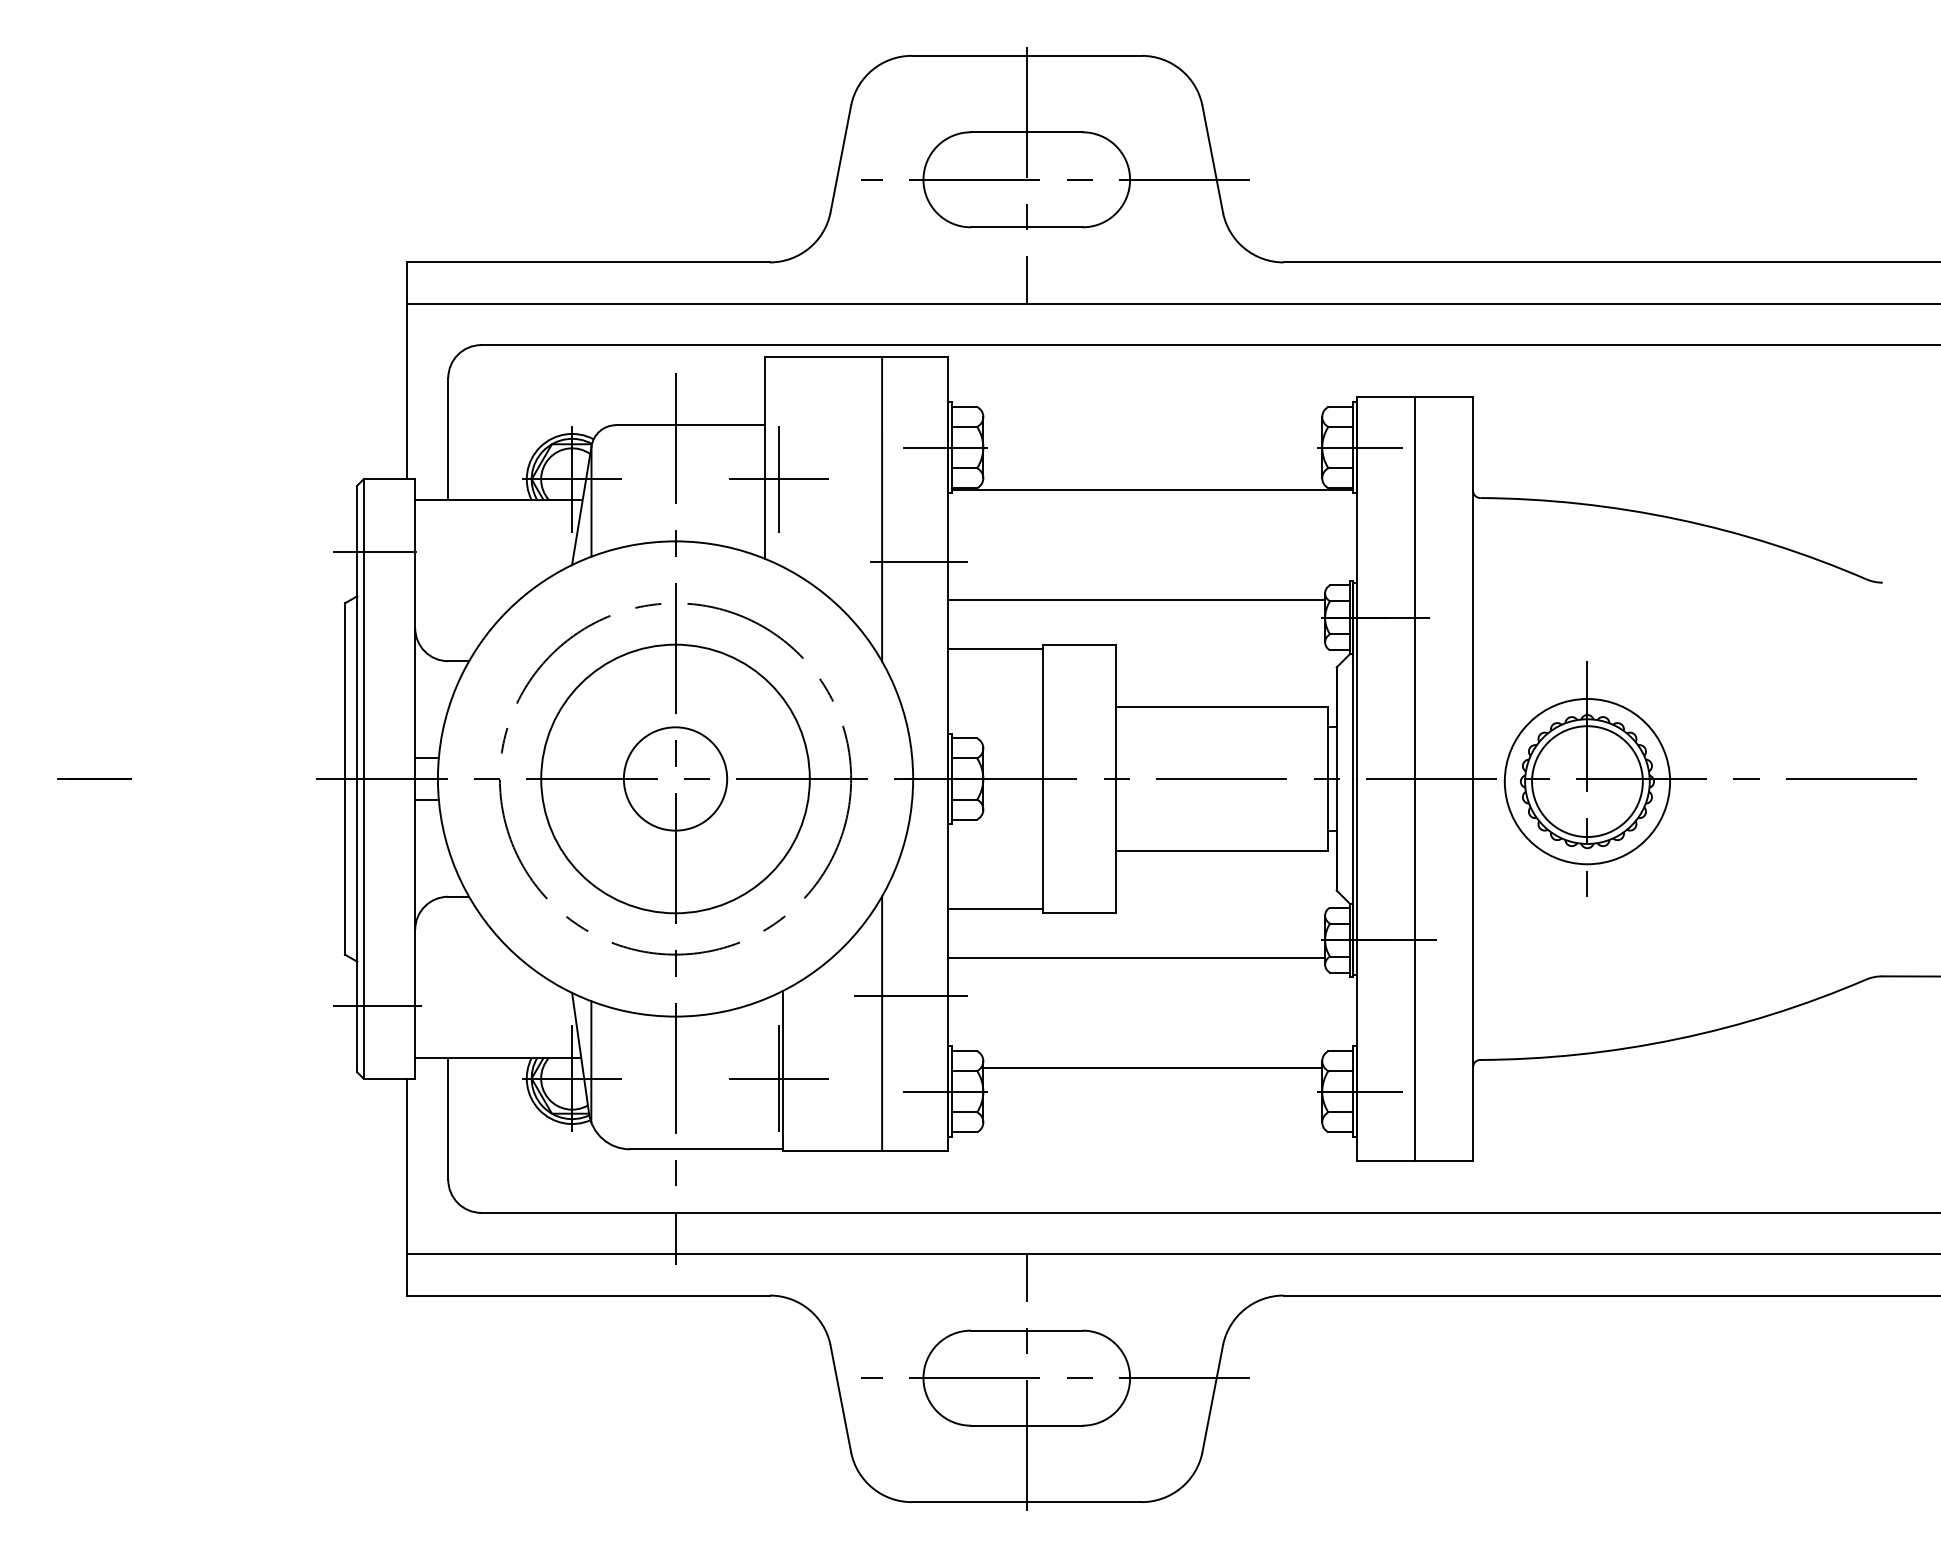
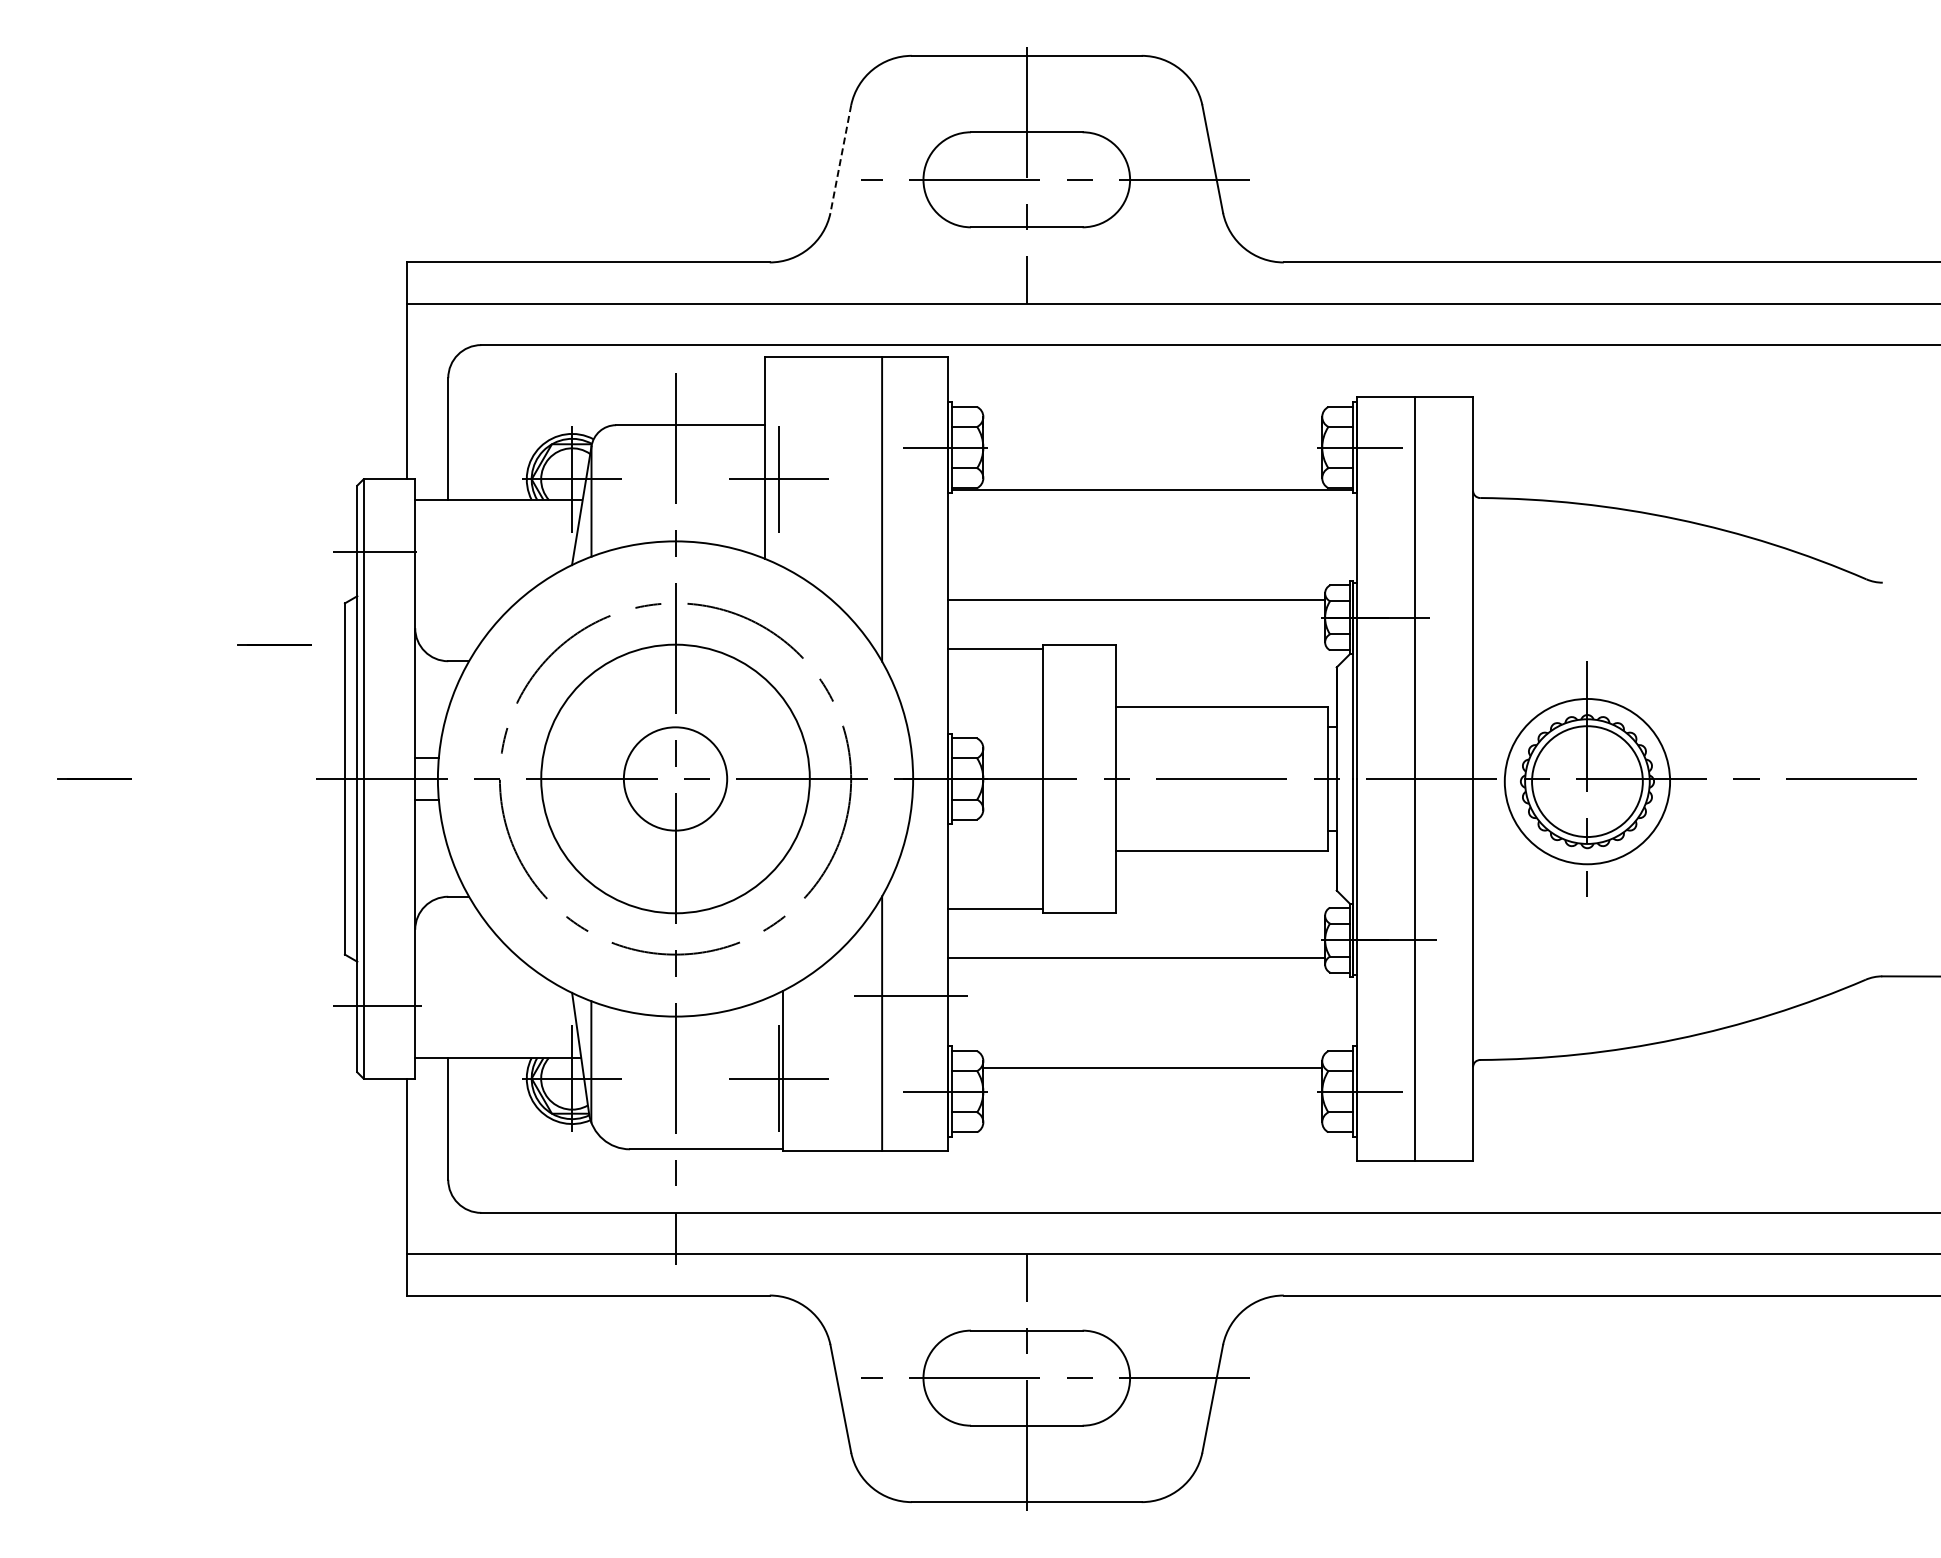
line at (840, 159): solid -> dashed
line at (918, 562): present -> none
line at (274, 644): none -> present
